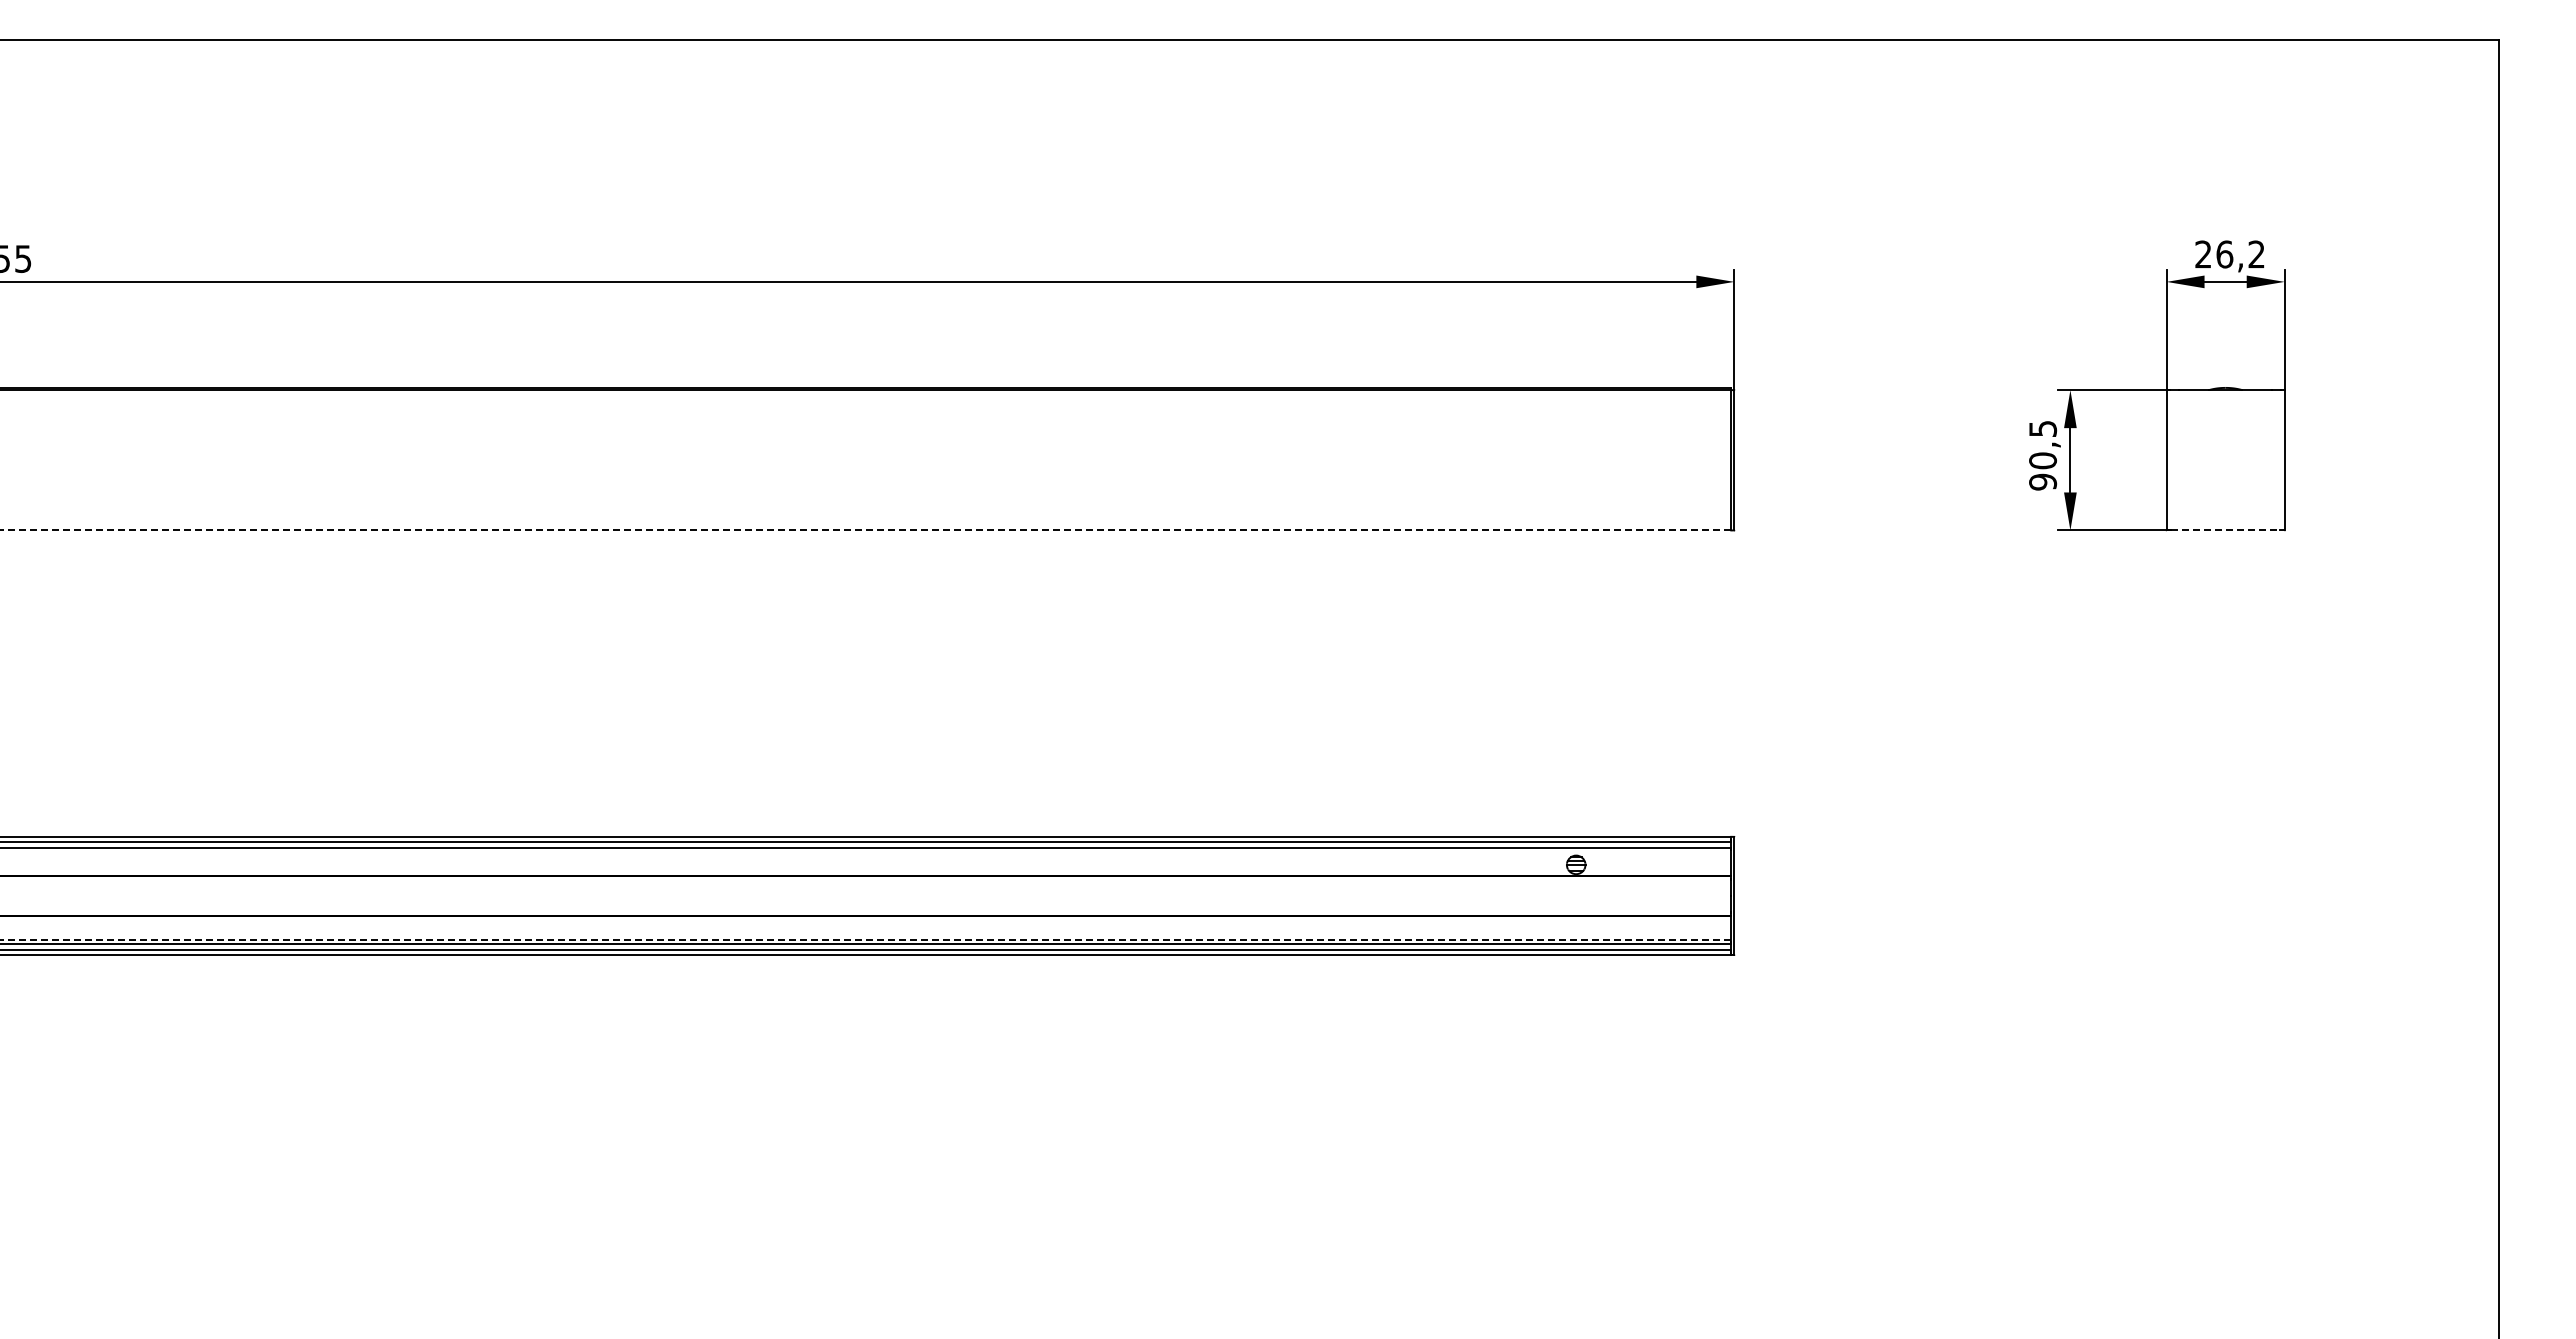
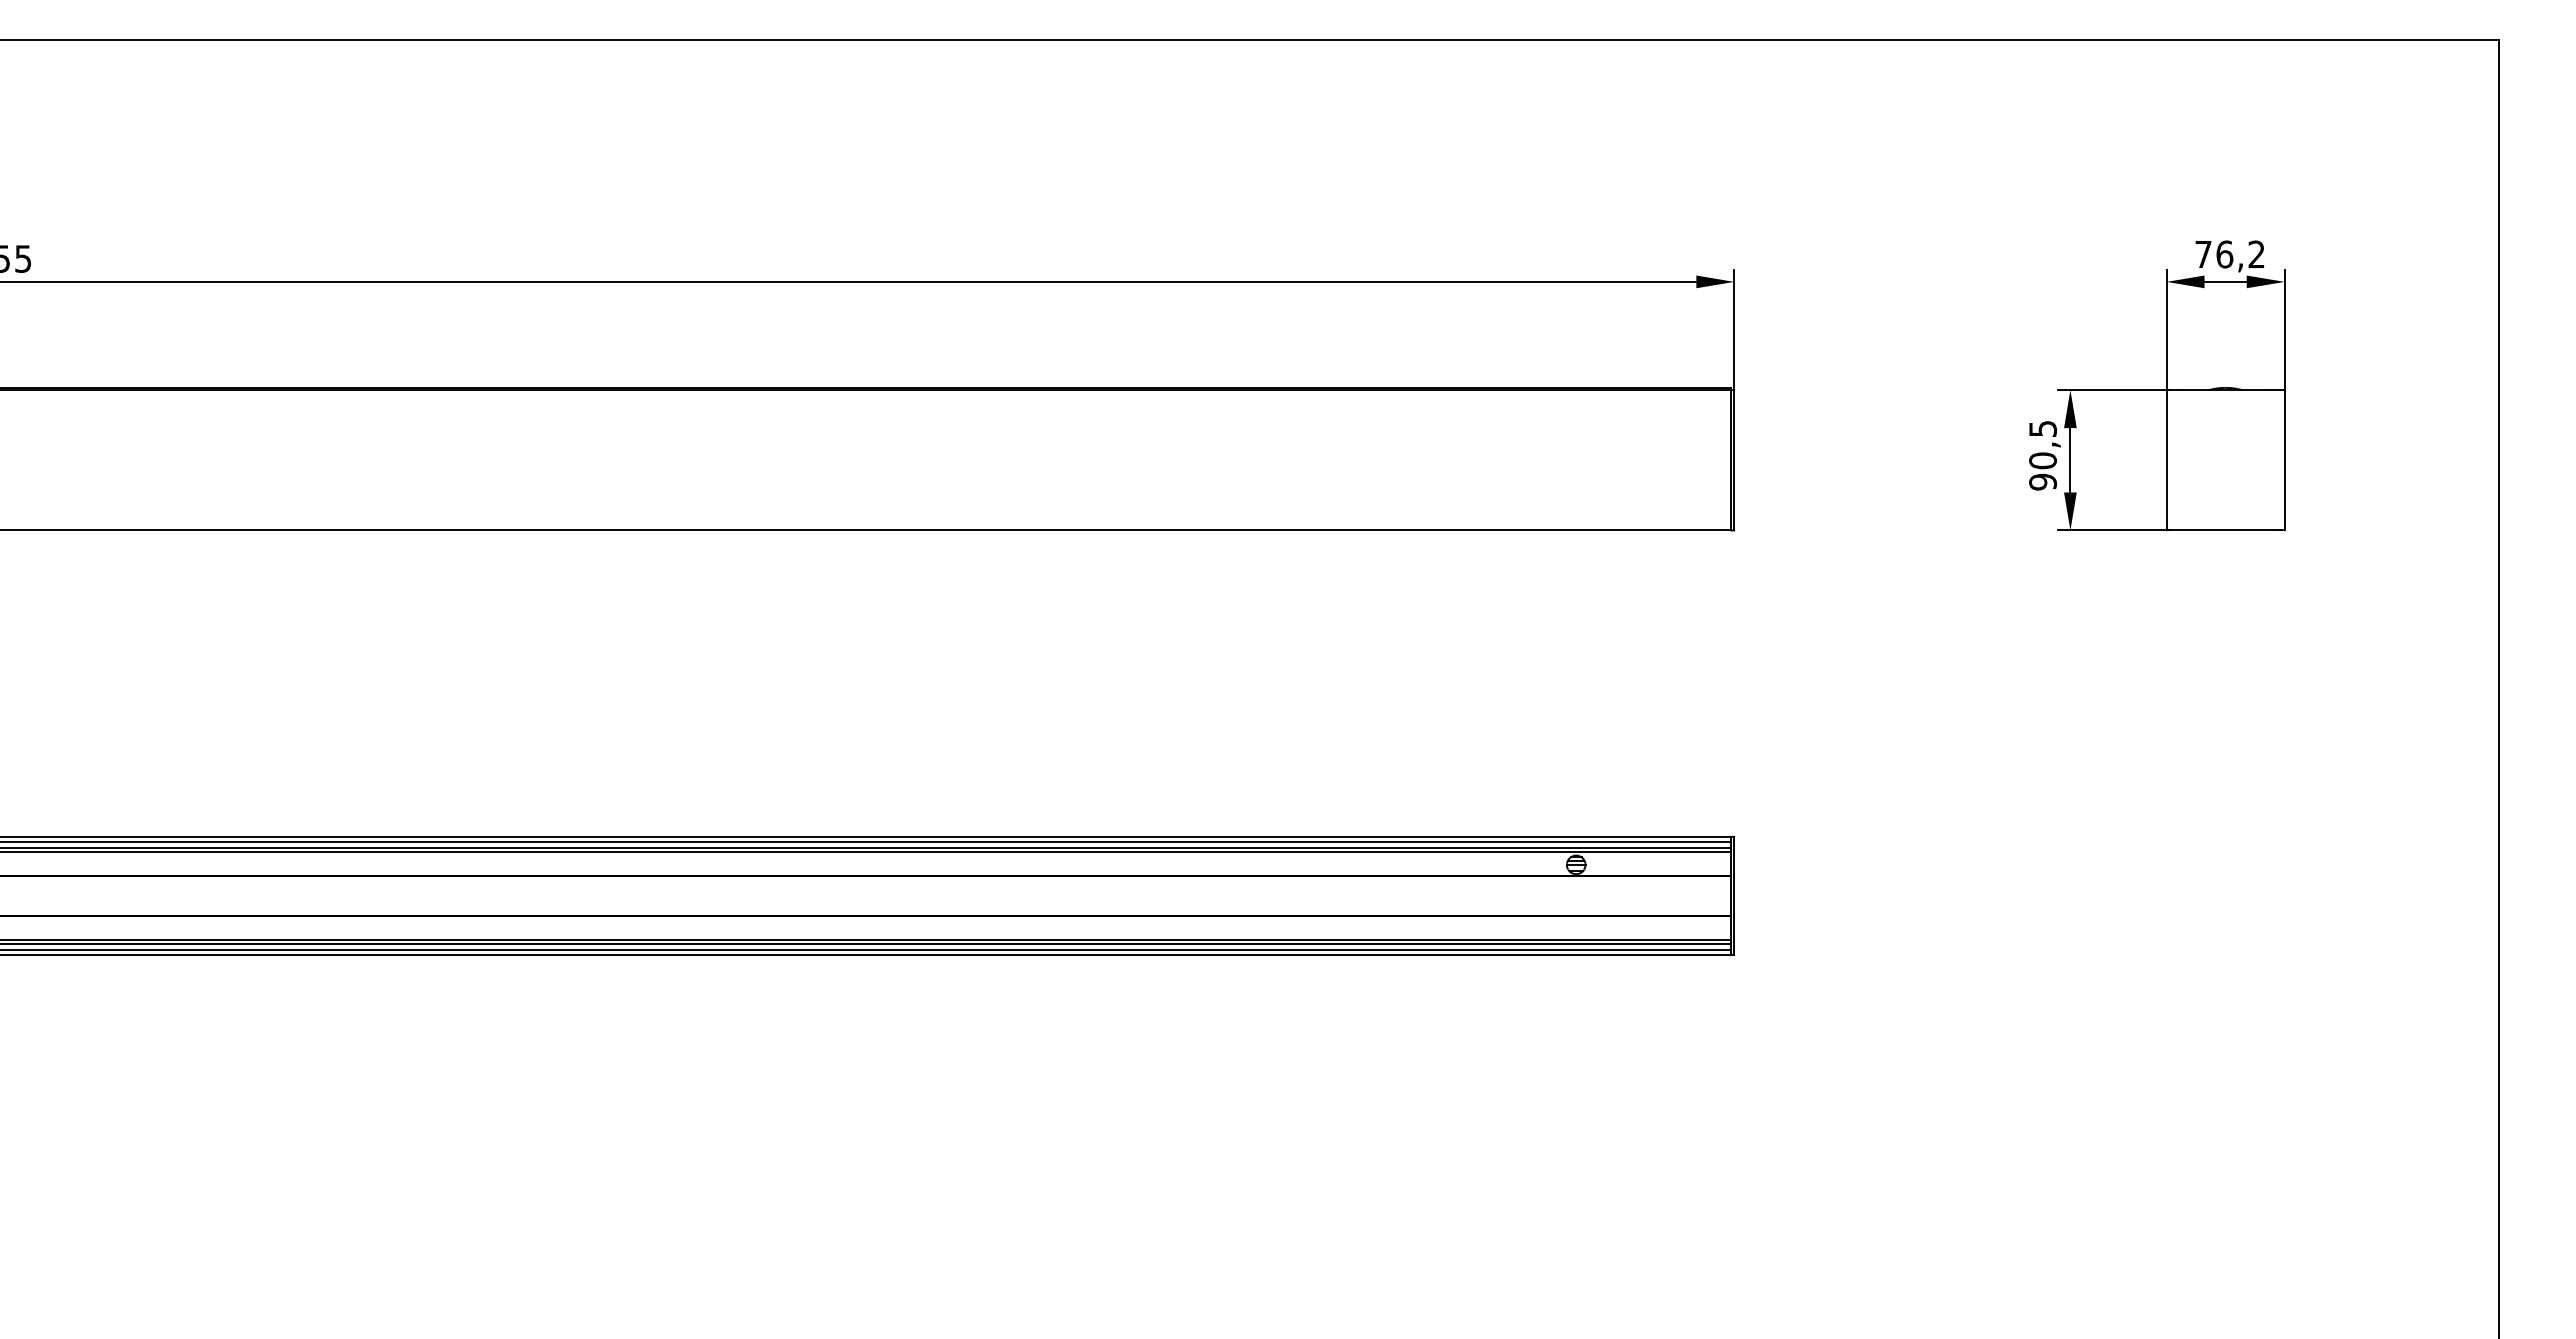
text at (2203, 253): 26,2 -> 76,2
line at (865, 529): dashed -> solid
line at (2226, 530): dashed -> solid
line at (866, 852): none -> present
line at (865, 939): dashed -> solid
